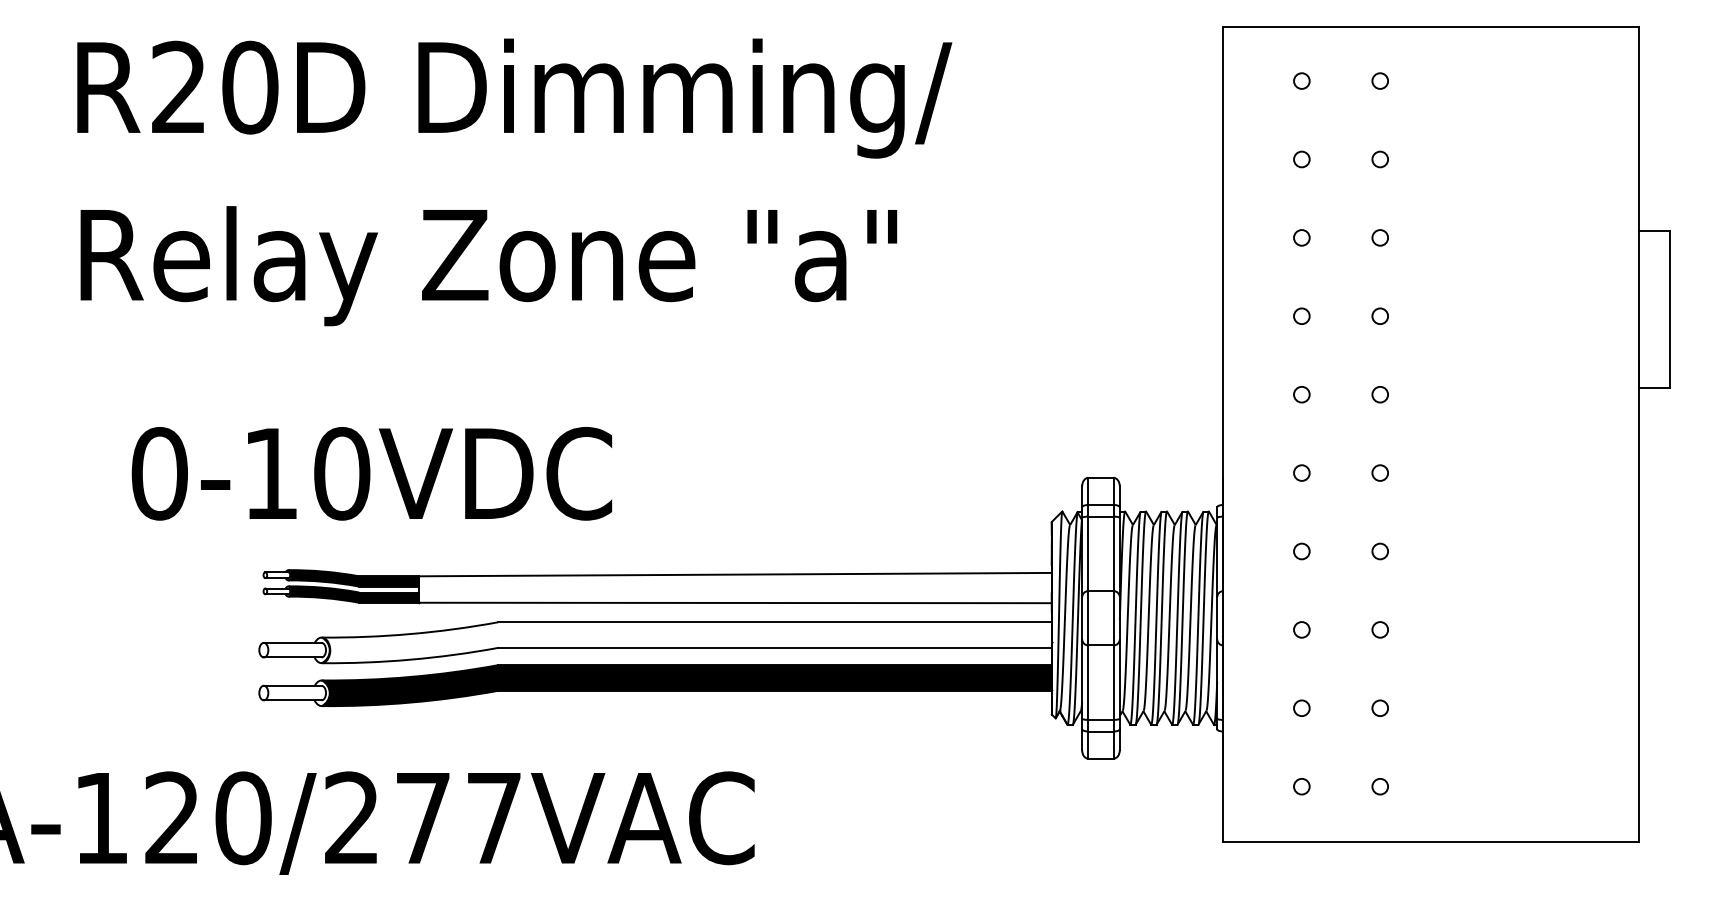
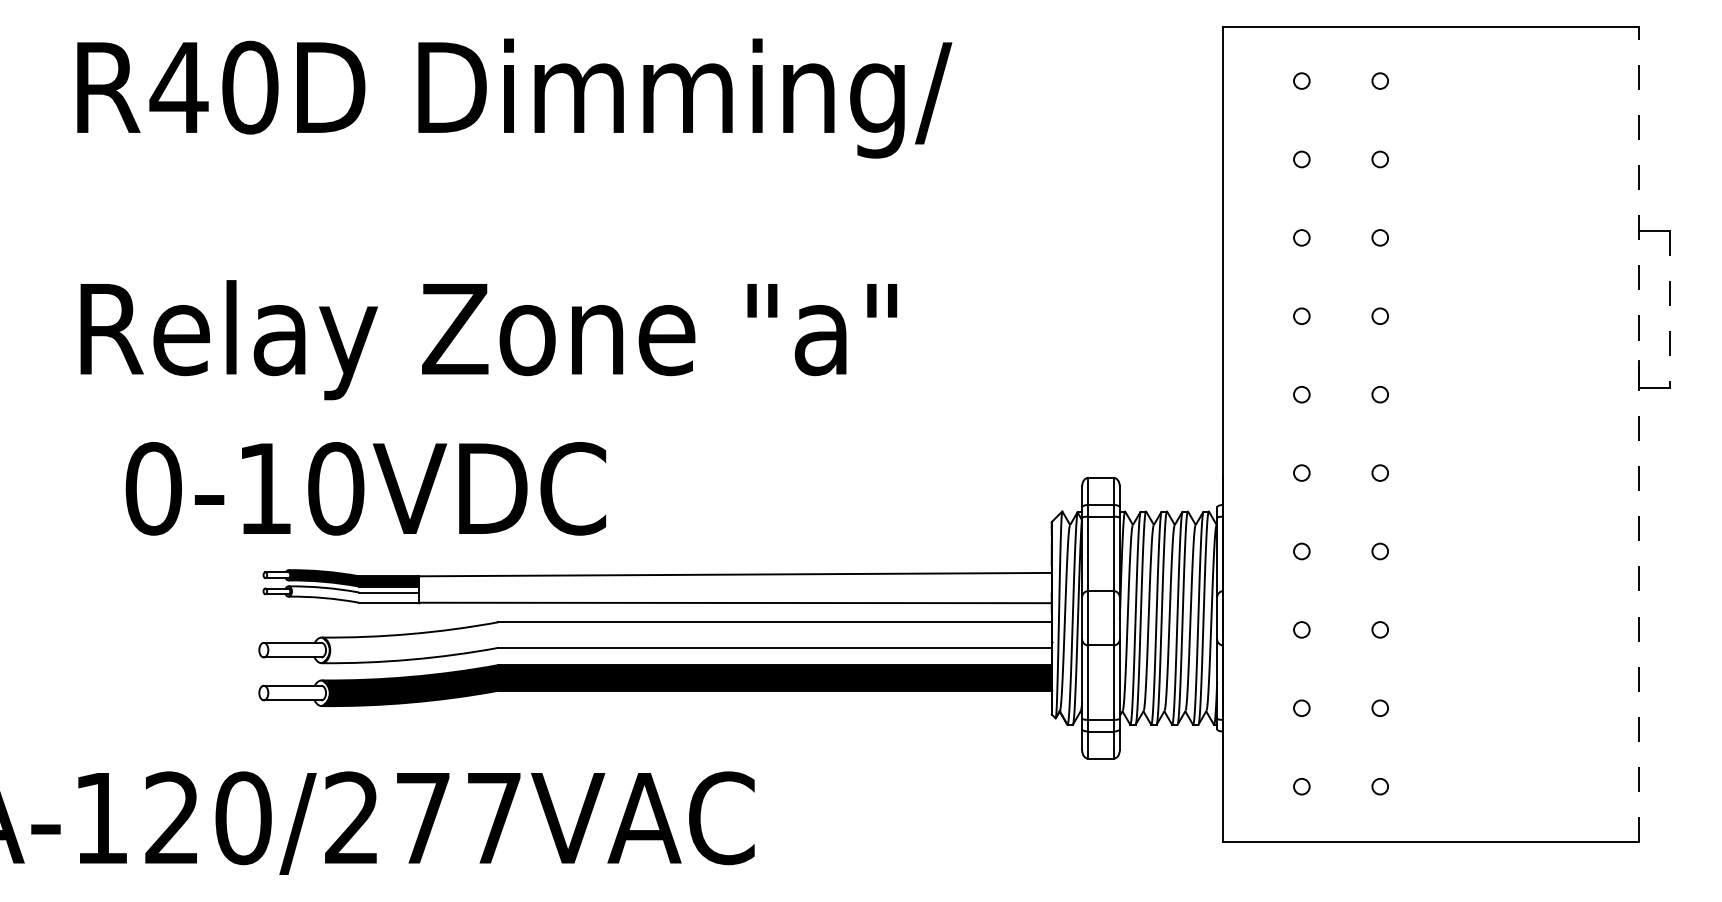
text at (178, 86): R20D -> R40D
text at (488, 266) position: (488, 266) -> (488, 340)
line at (1670, 309): solid -> dashed
line at (1638, 434): solid -> dashed
text at (371, 473) position: (371, 473) -> (365, 488)
fill at (353, 594): present -> none
